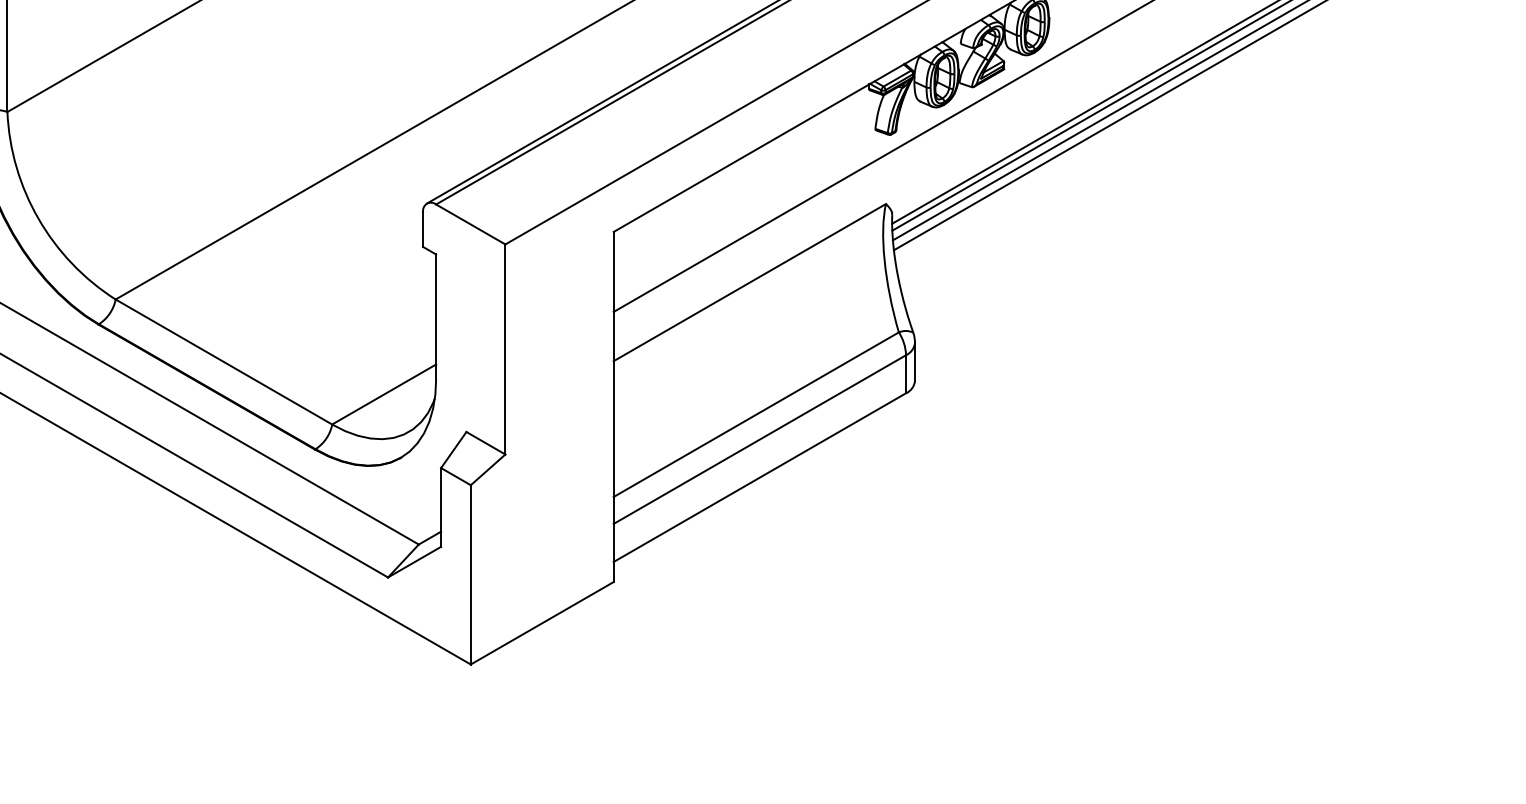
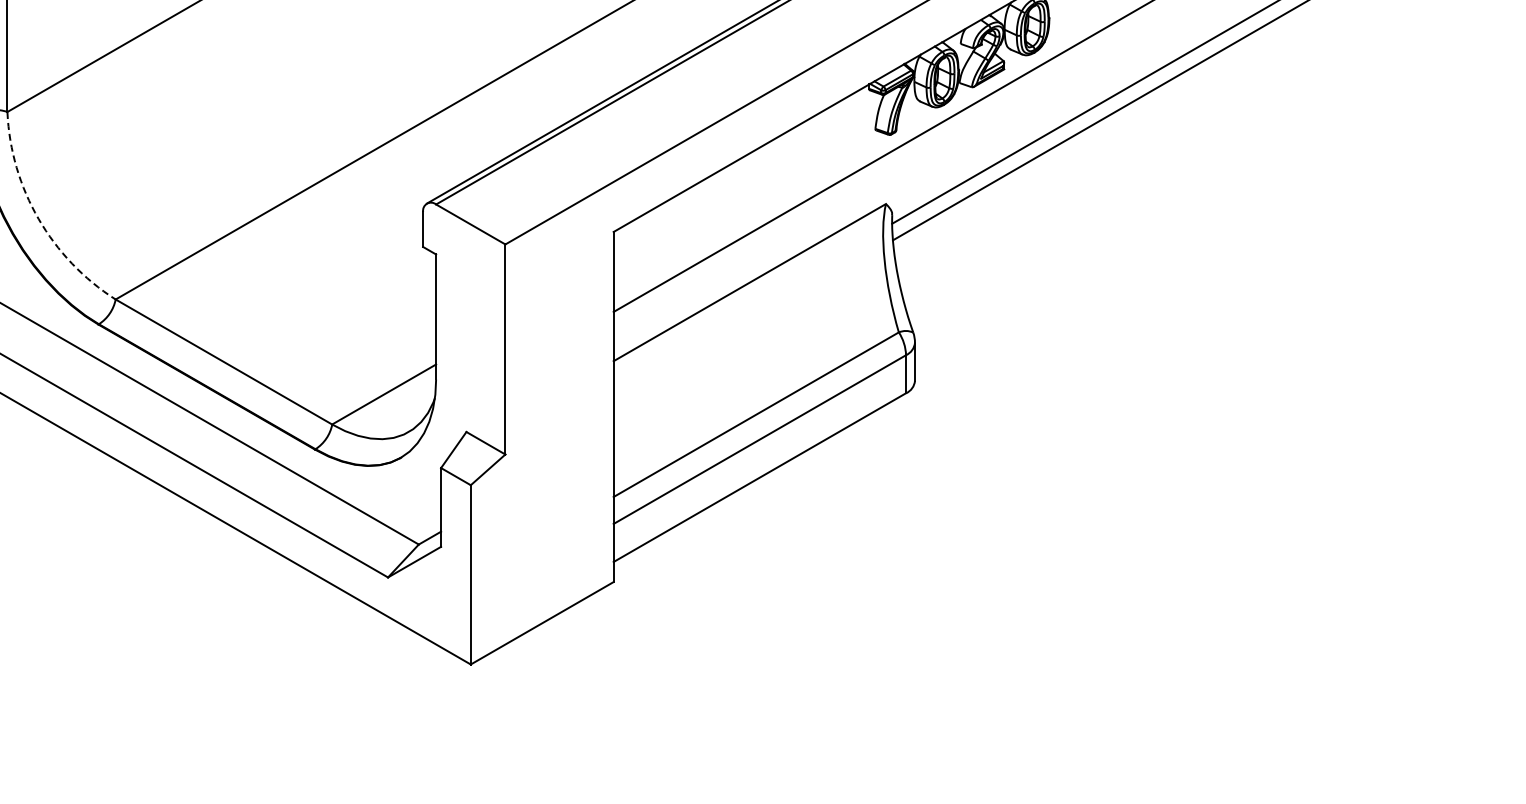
line at (1090, 116): present -> none
line at (1108, 126): present -> none
arc at (38, 219): solid -> dashed
